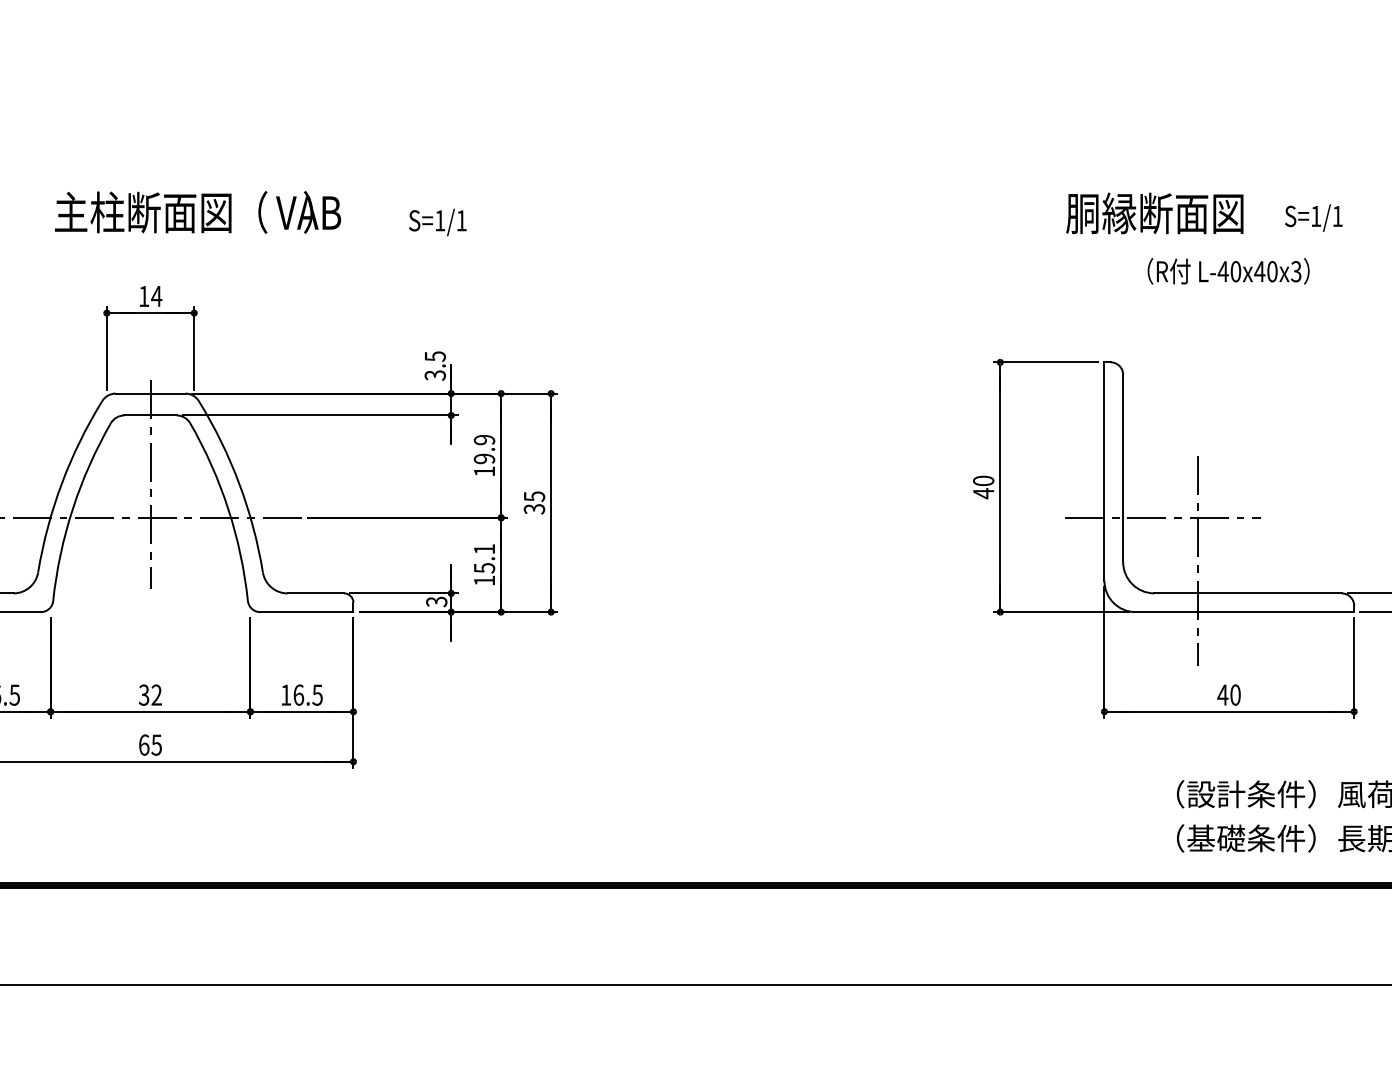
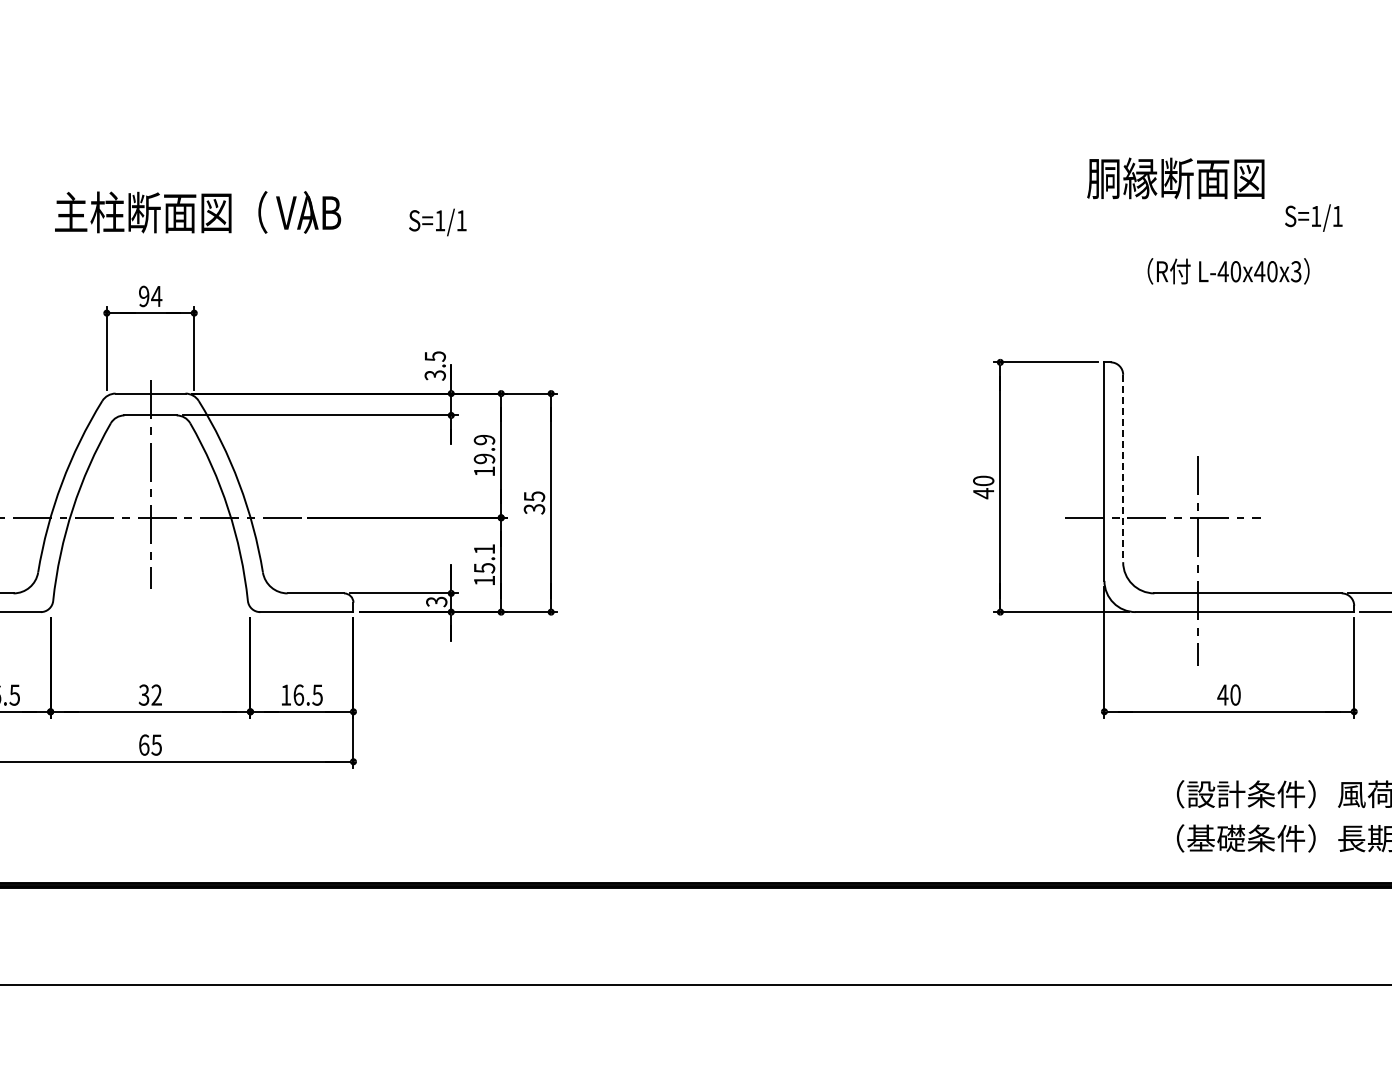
text at (1154, 213) position: (1154, 213) -> (1175, 178)
text at (144, 296): 14 -> 94
line at (1123, 468): solid -> dashed
